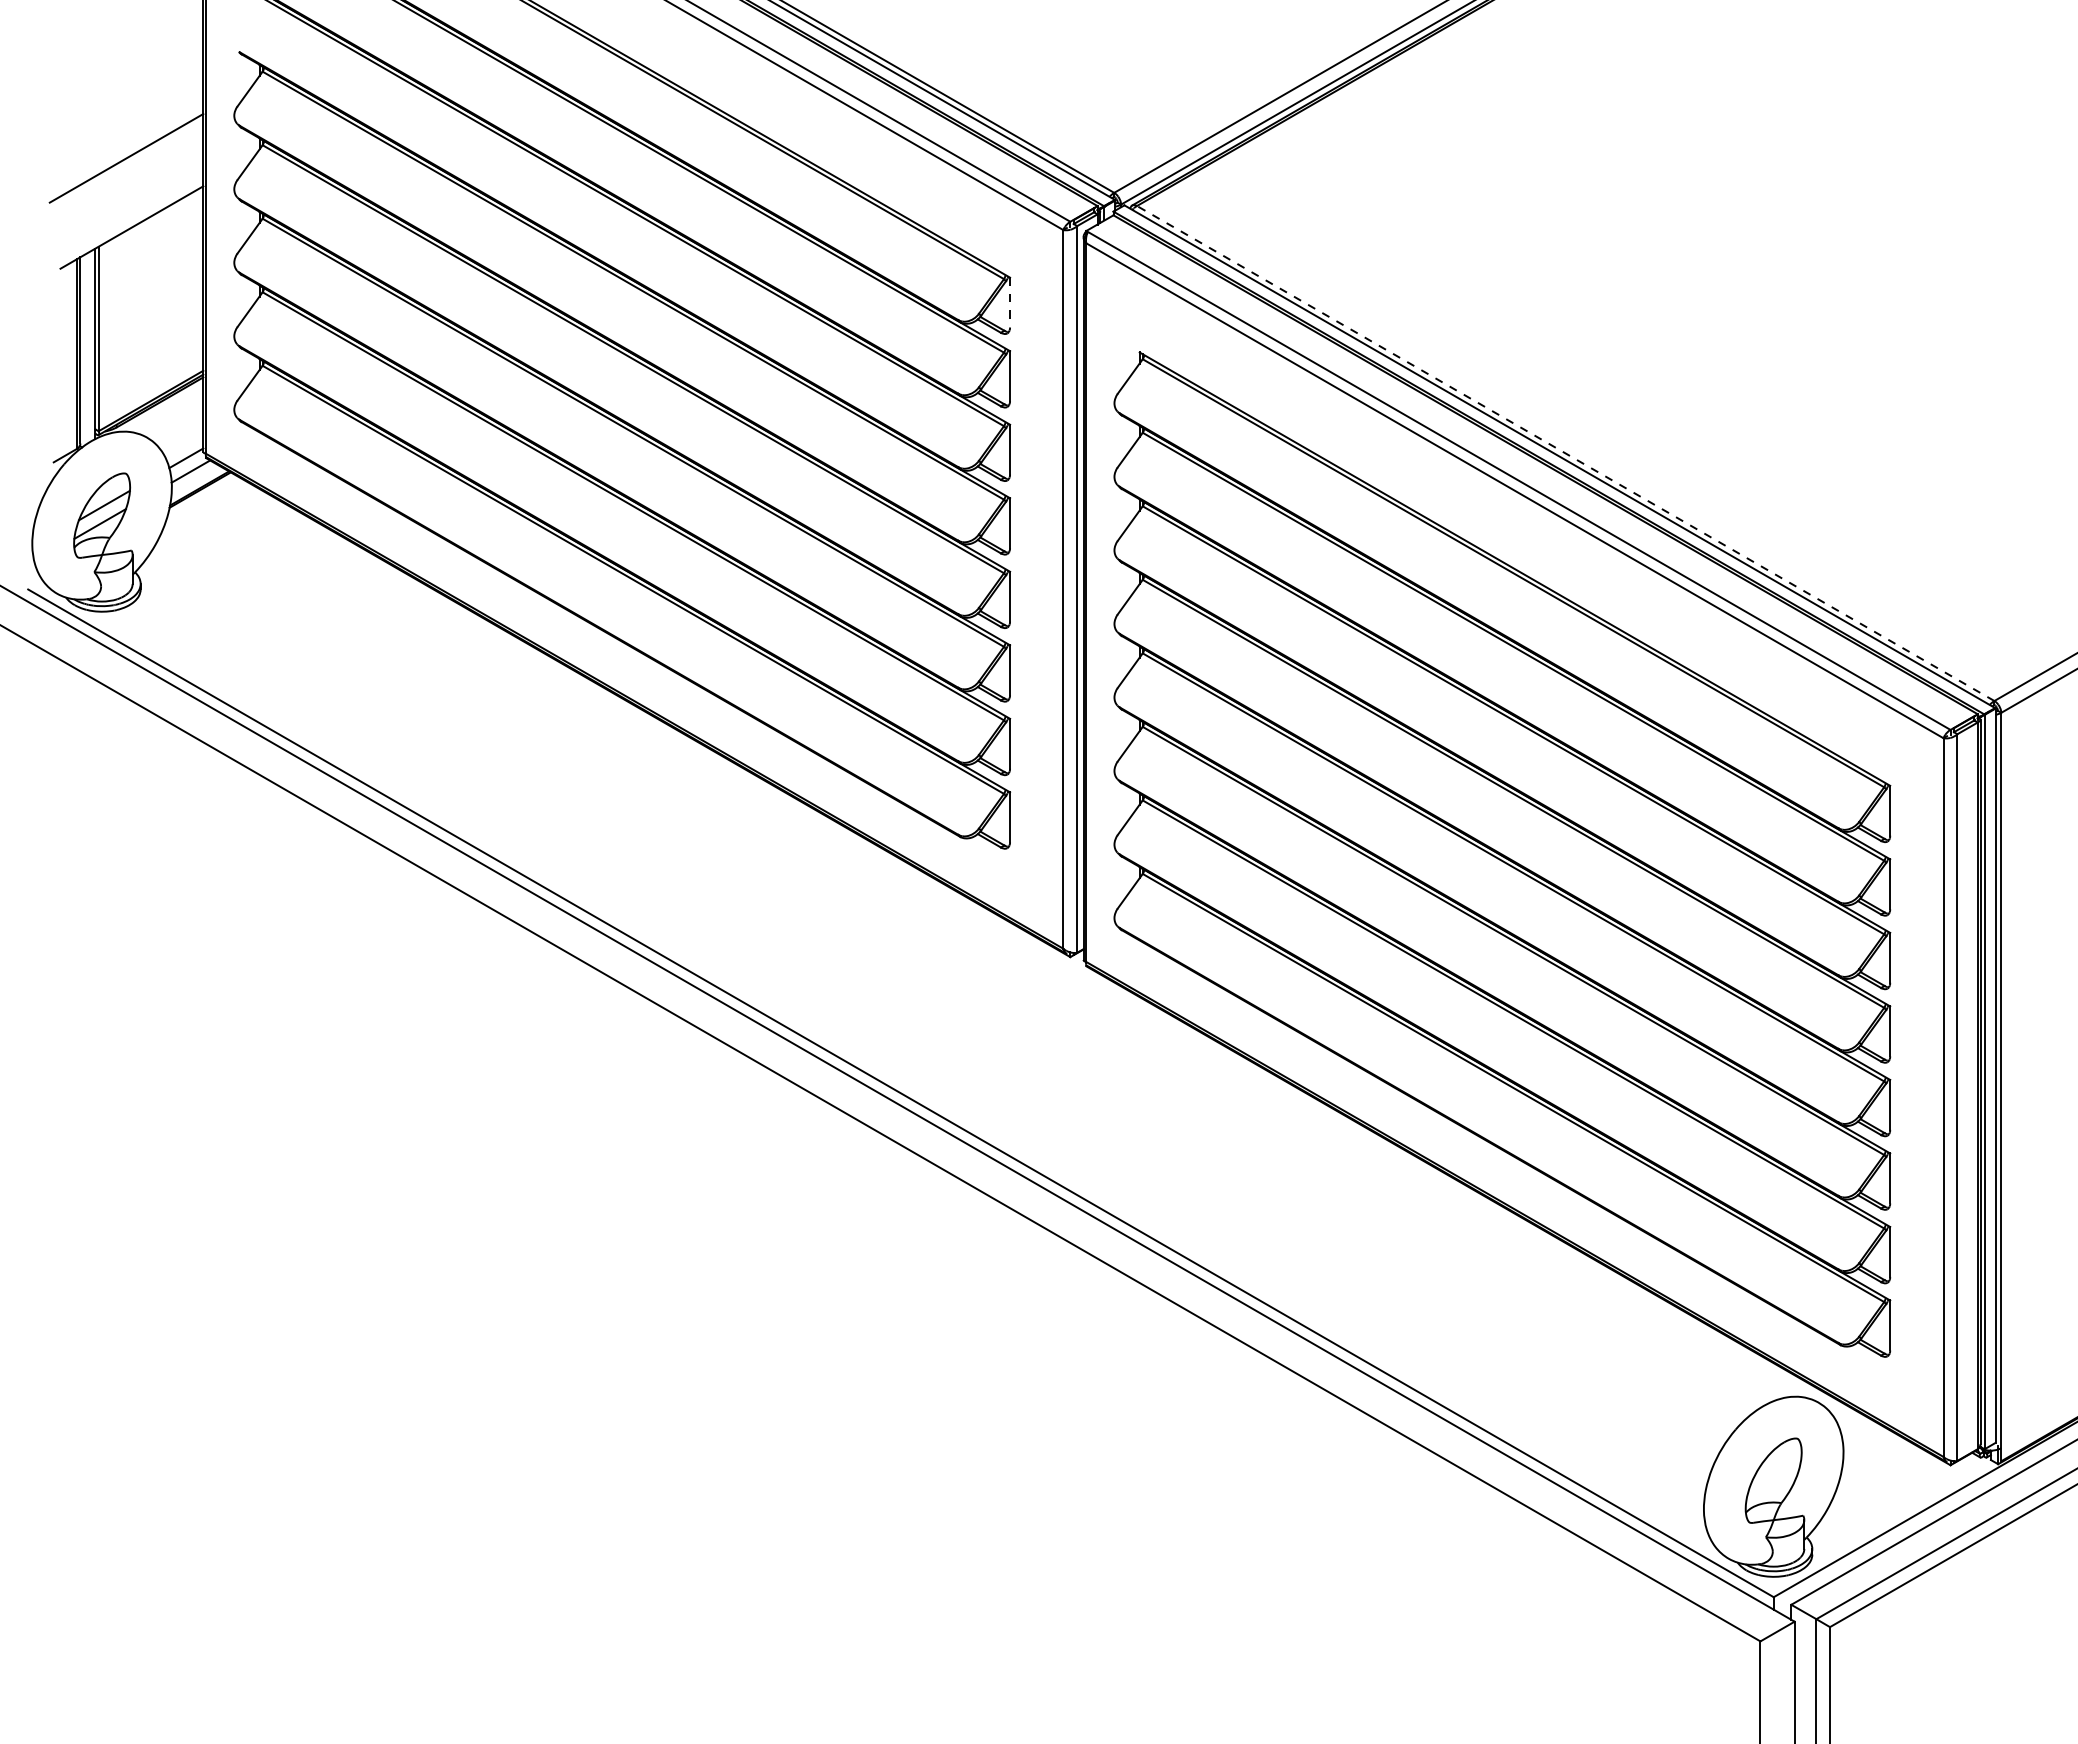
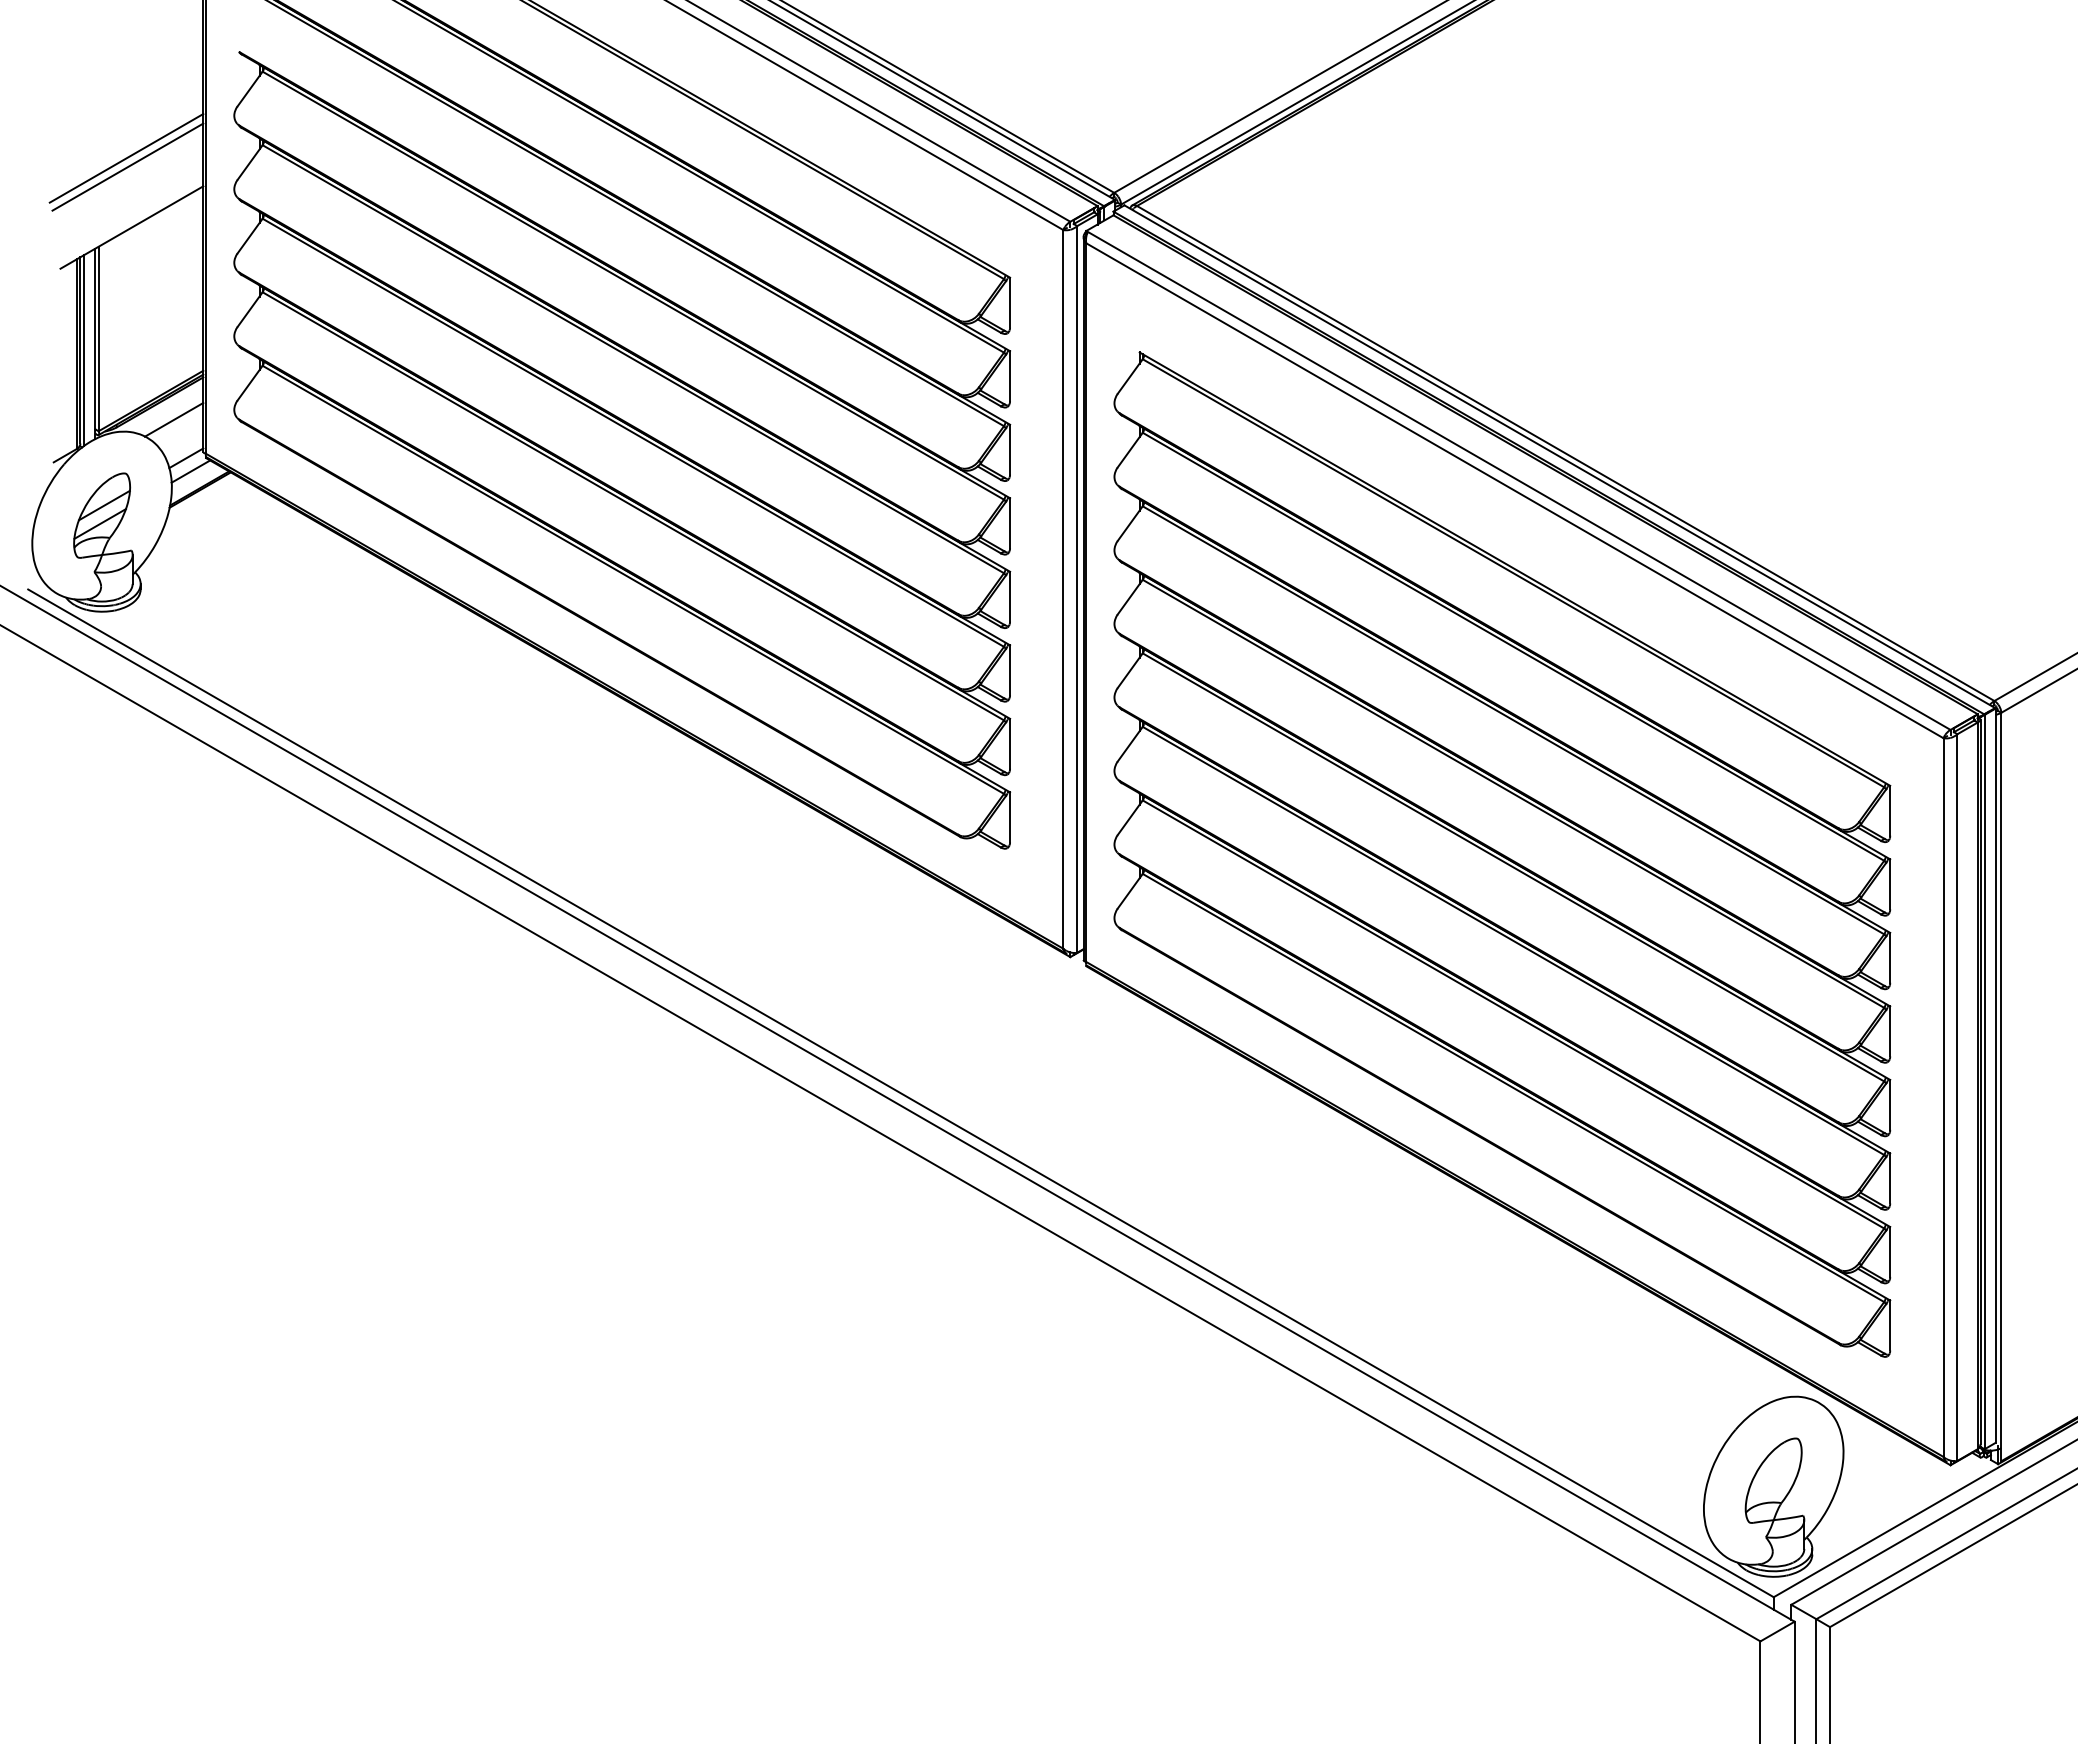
line at (127, 166): none -> present
line at (1010, 302): dashed -> solid
line at (84, 349): none -> present
line at (173, 419): none -> present
line at (1565, 453): dashed -> solid
